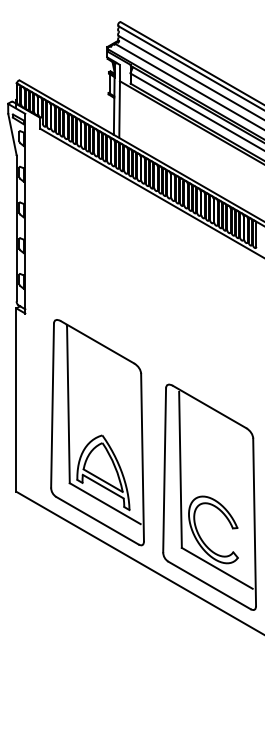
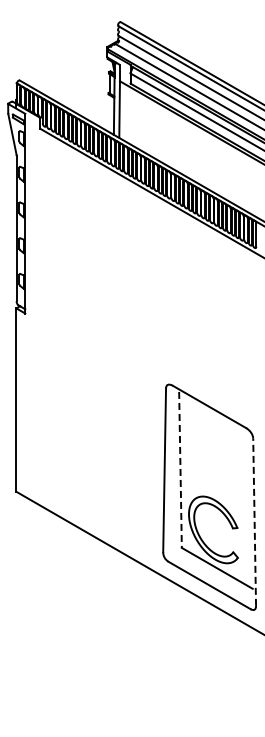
part at (97, 432): present -> none
line at (180, 469): solid -> dashed
line at (254, 522): solid -> dashed
